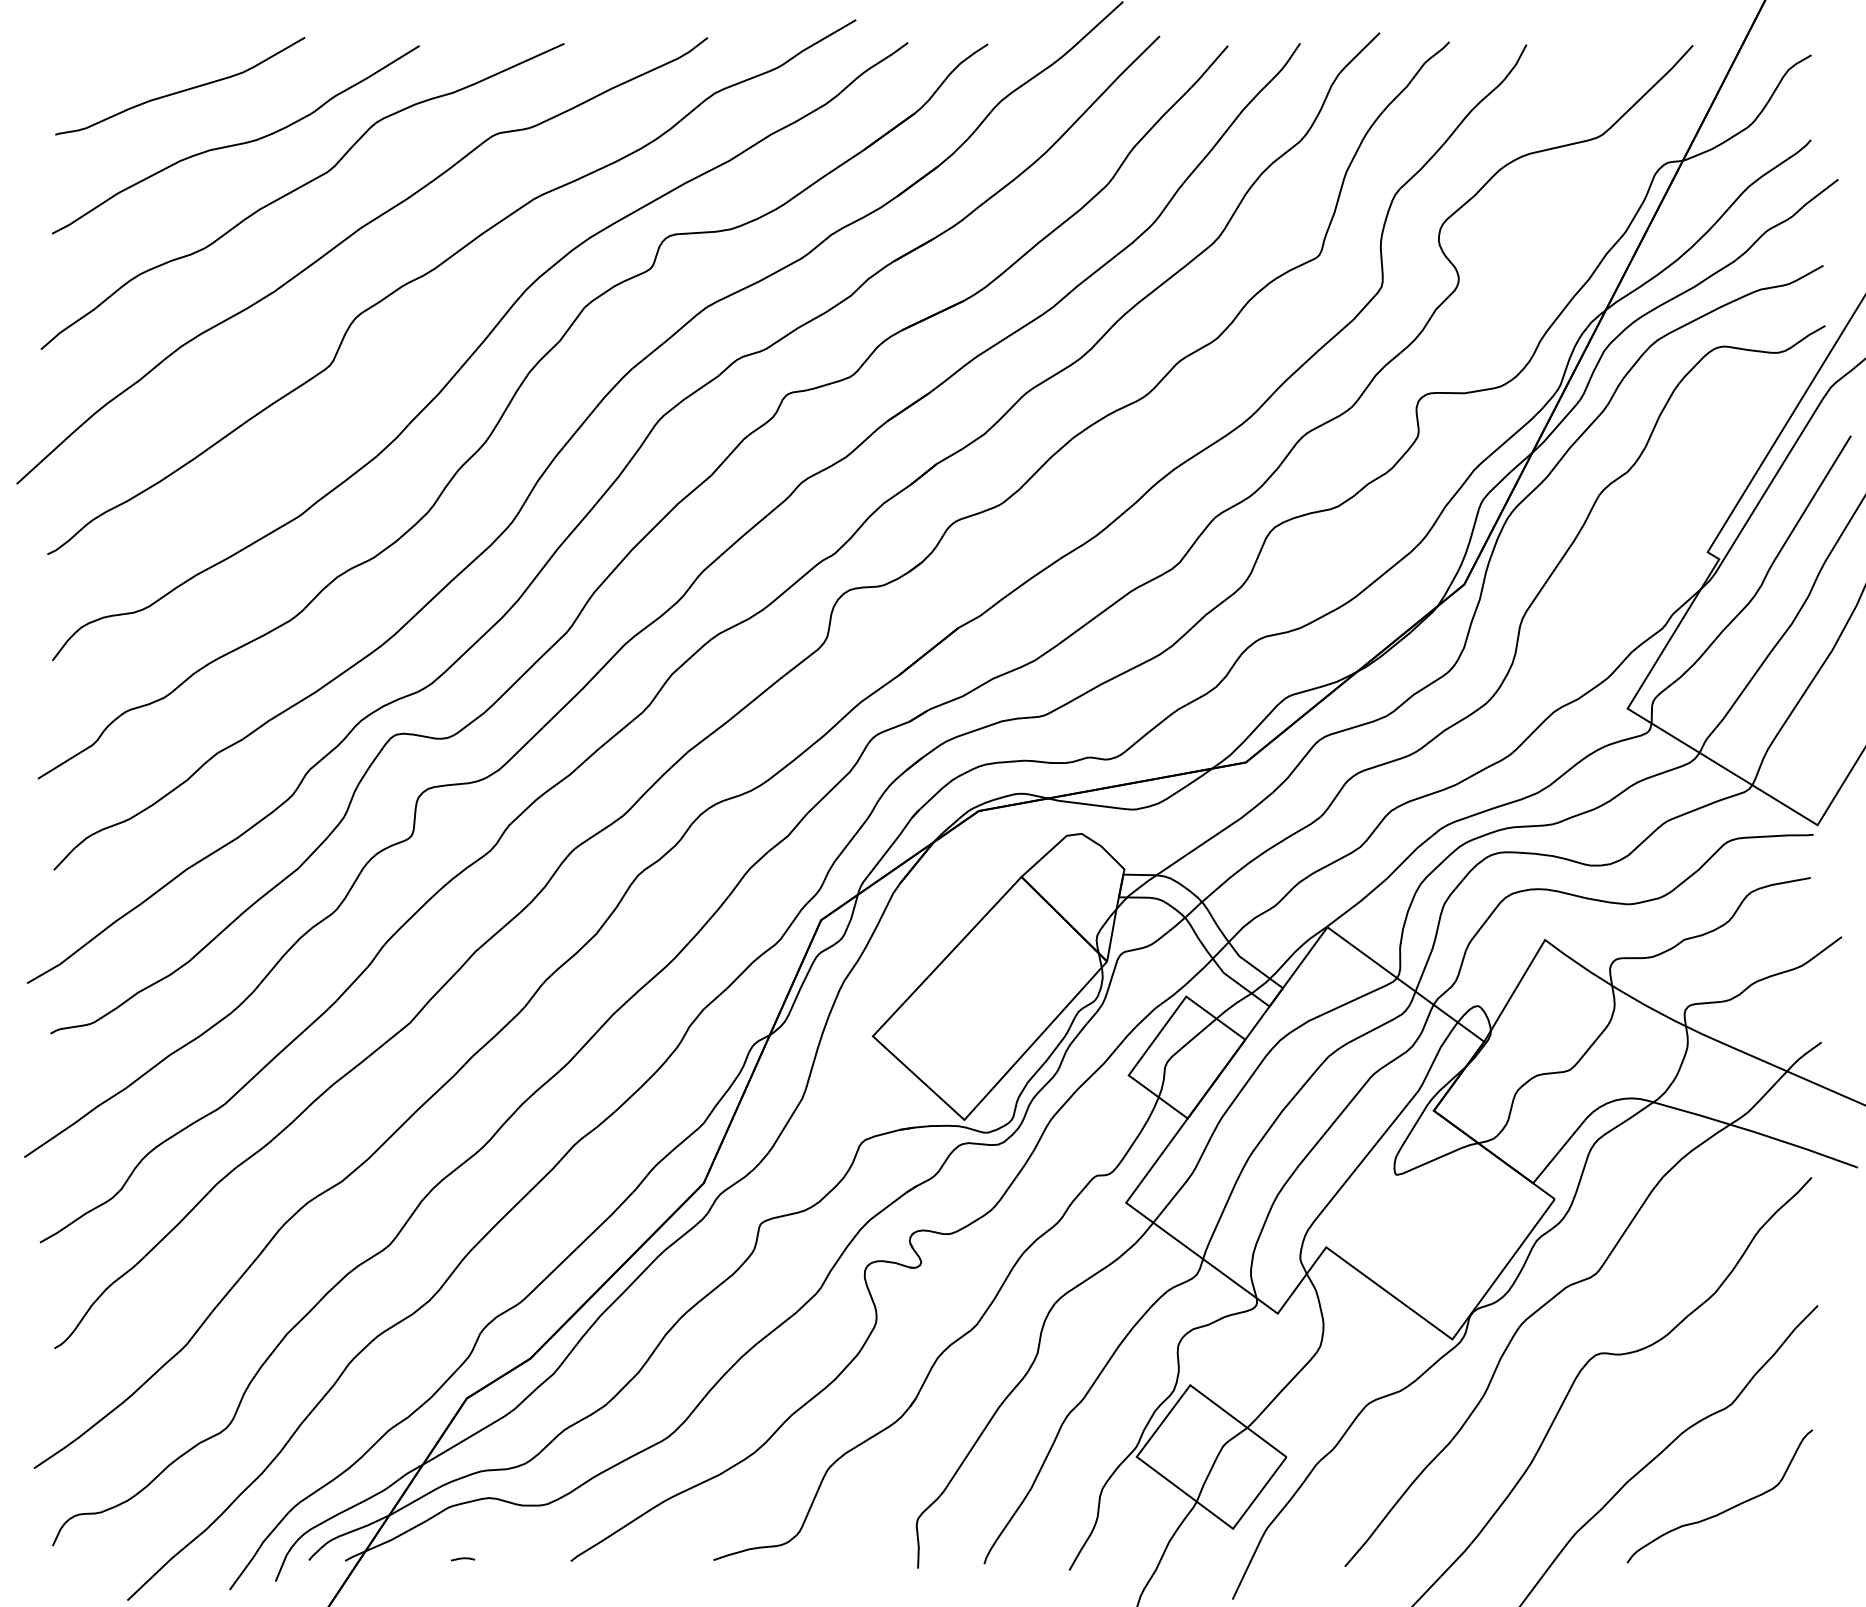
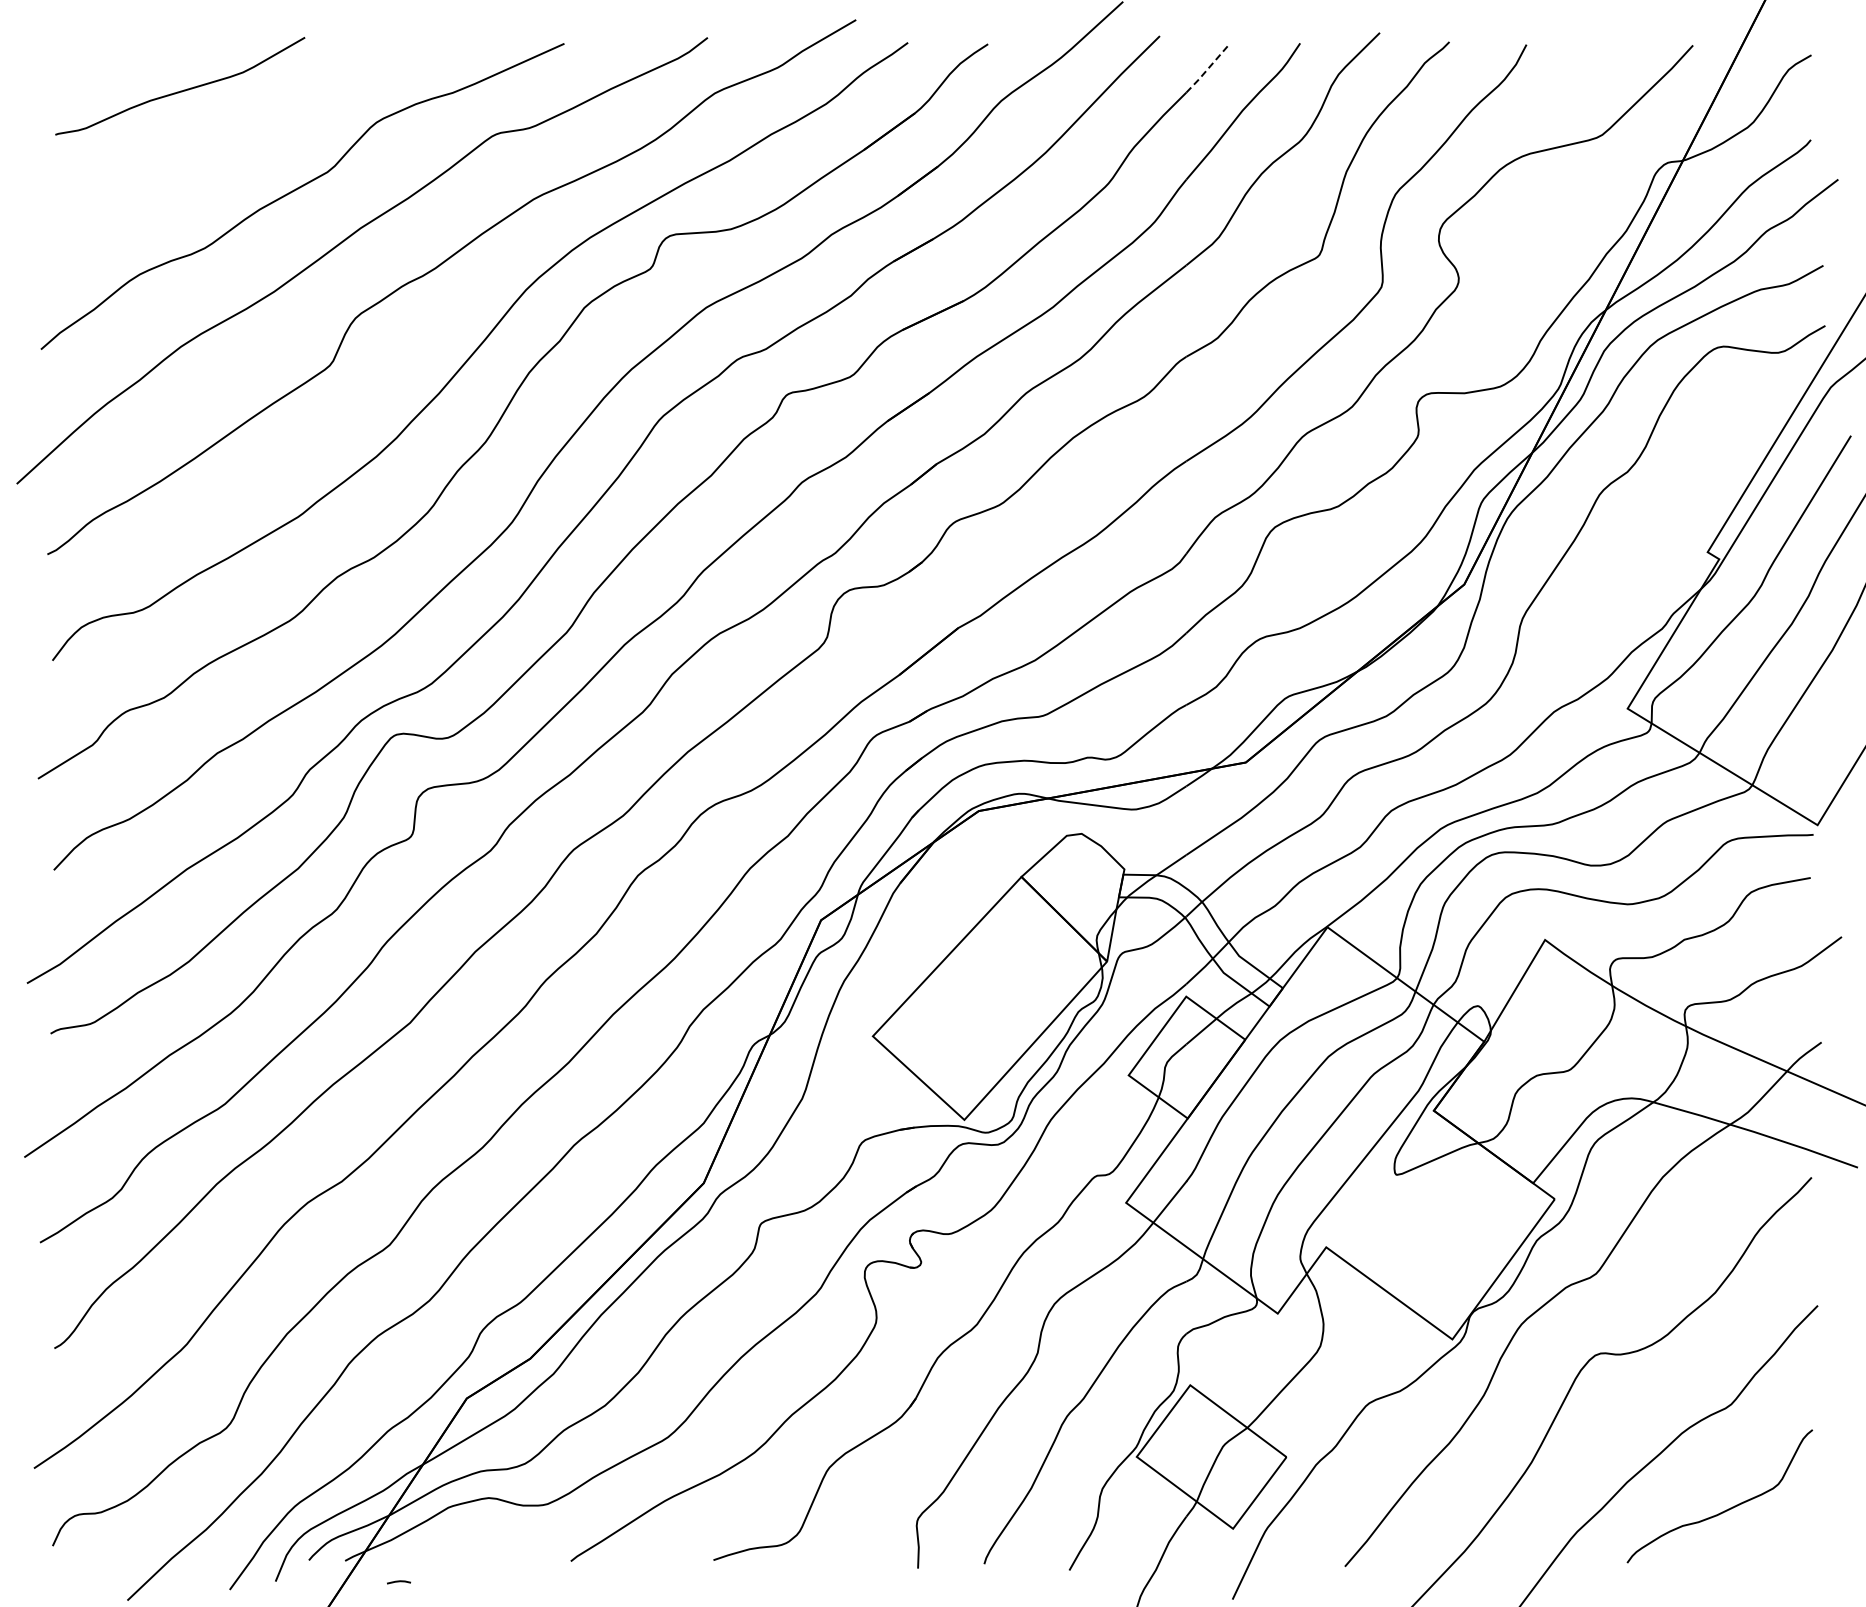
line at (1207, 69): solid -> dashed
curve at (236, 143): present -> none
line at (462, 1559) position: (462, 1559) -> (398, 1582)
